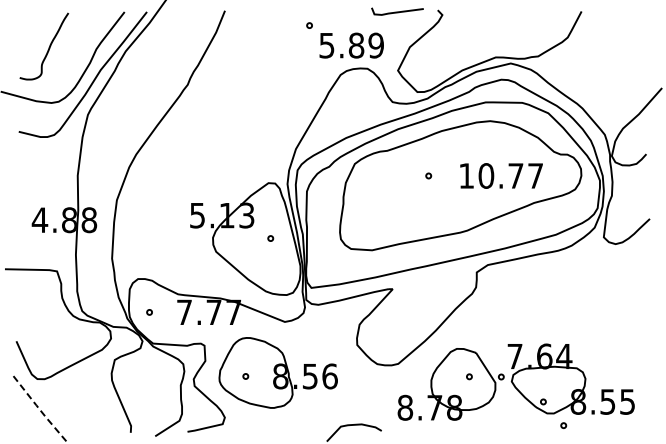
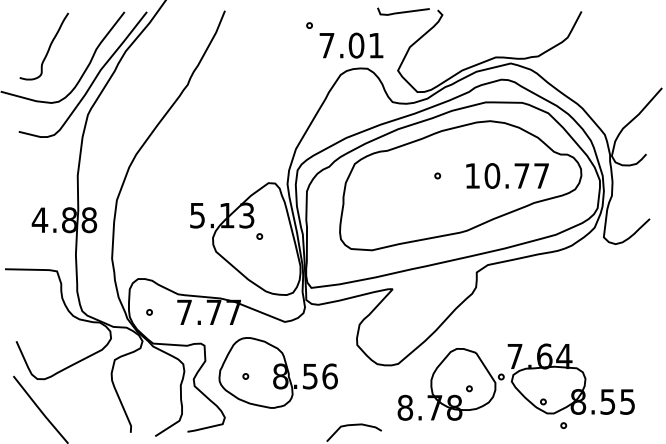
line at (397, 11) position: (397, 11) -> (403, 11)
text at (351, 45): 5.89 -> 7.01
part at (428, 175) position: (428, 175) -> (437, 175)
text at (501, 175) position: (501, 175) -> (507, 175)
part at (270, 238) position: (270, 238) -> (259, 236)
part at (469, 376) position: (469, 376) -> (469, 388)
line at (40, 410): dashed -> solid
